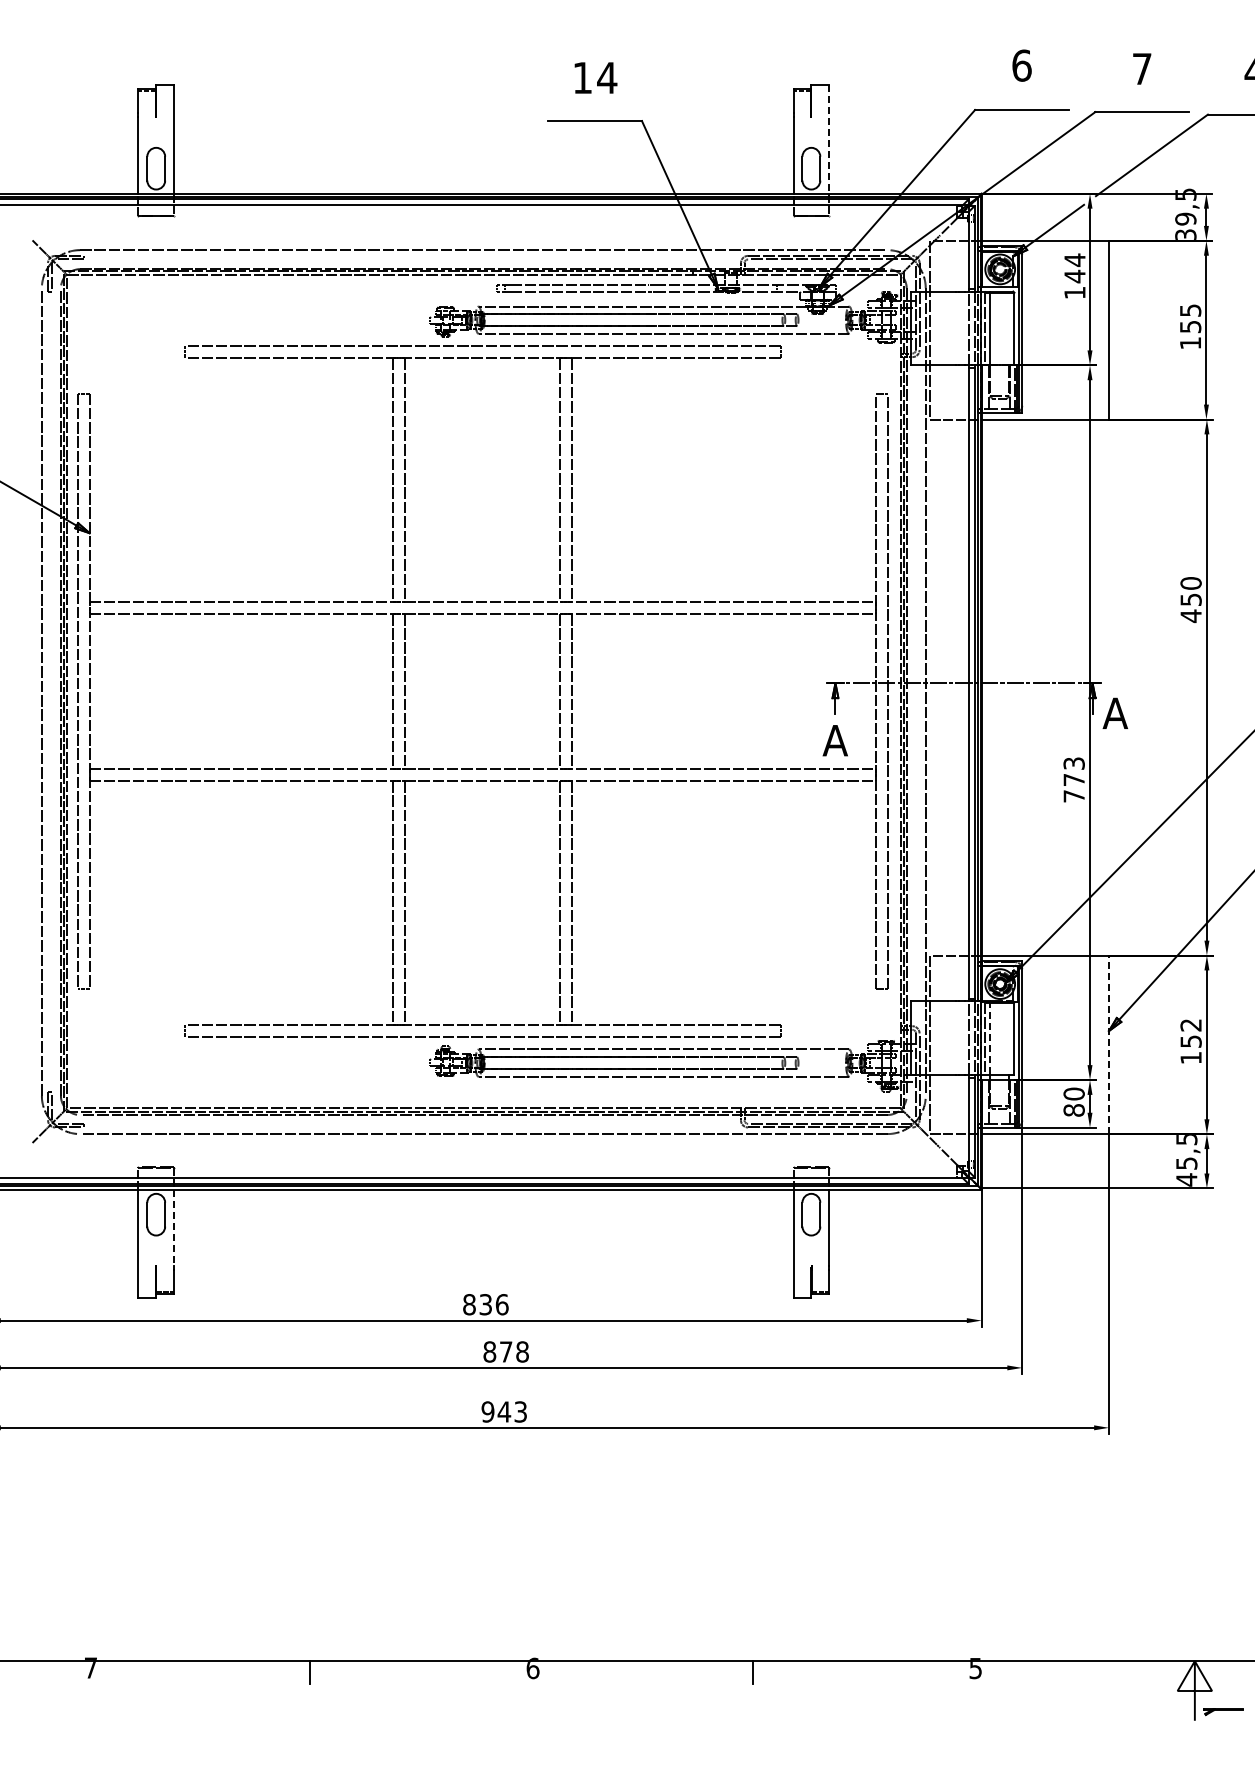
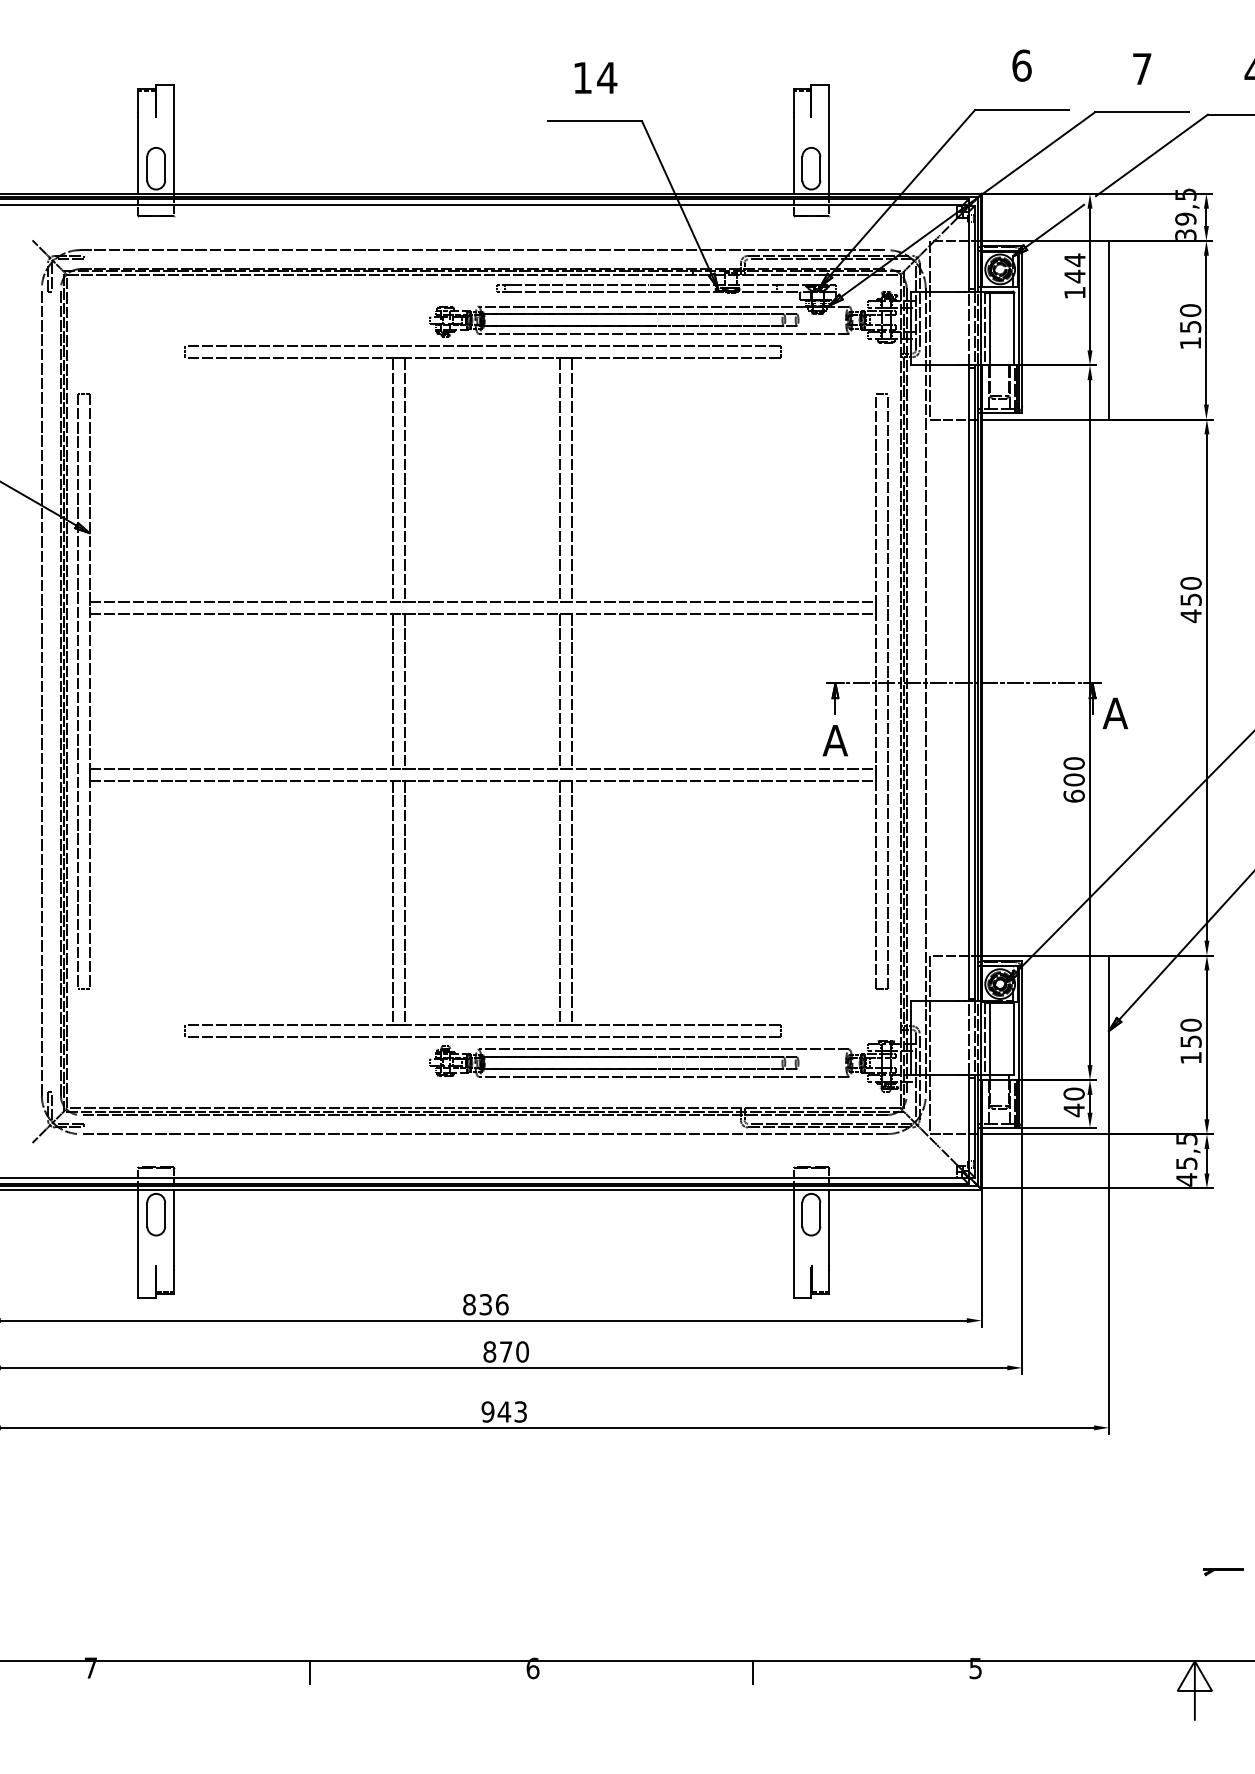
line at (829, 140): dashed -> solid
text at (1190, 310): 155 -> 150
text at (1073, 779): 773 -> 600
text at (1190, 1024): 152 -> 150
line at (990, 1038): dashed -> solid
line at (1109, 1044): dashed -> solid
text at (1073, 1110): 80 -> 40
line at (174, 1228): dashed -> solid
text at (522, 1351): 878 -> 870
part at (1223, 1712) position: (1223, 1712) -> (1223, 1572)
